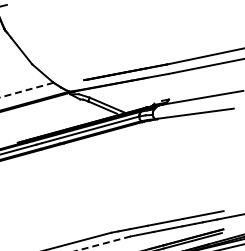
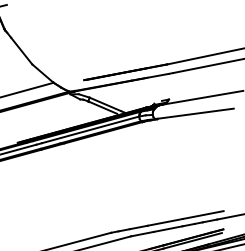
line at (26, 90): dashed -> solid
line at (103, 243): dashed -> solid
